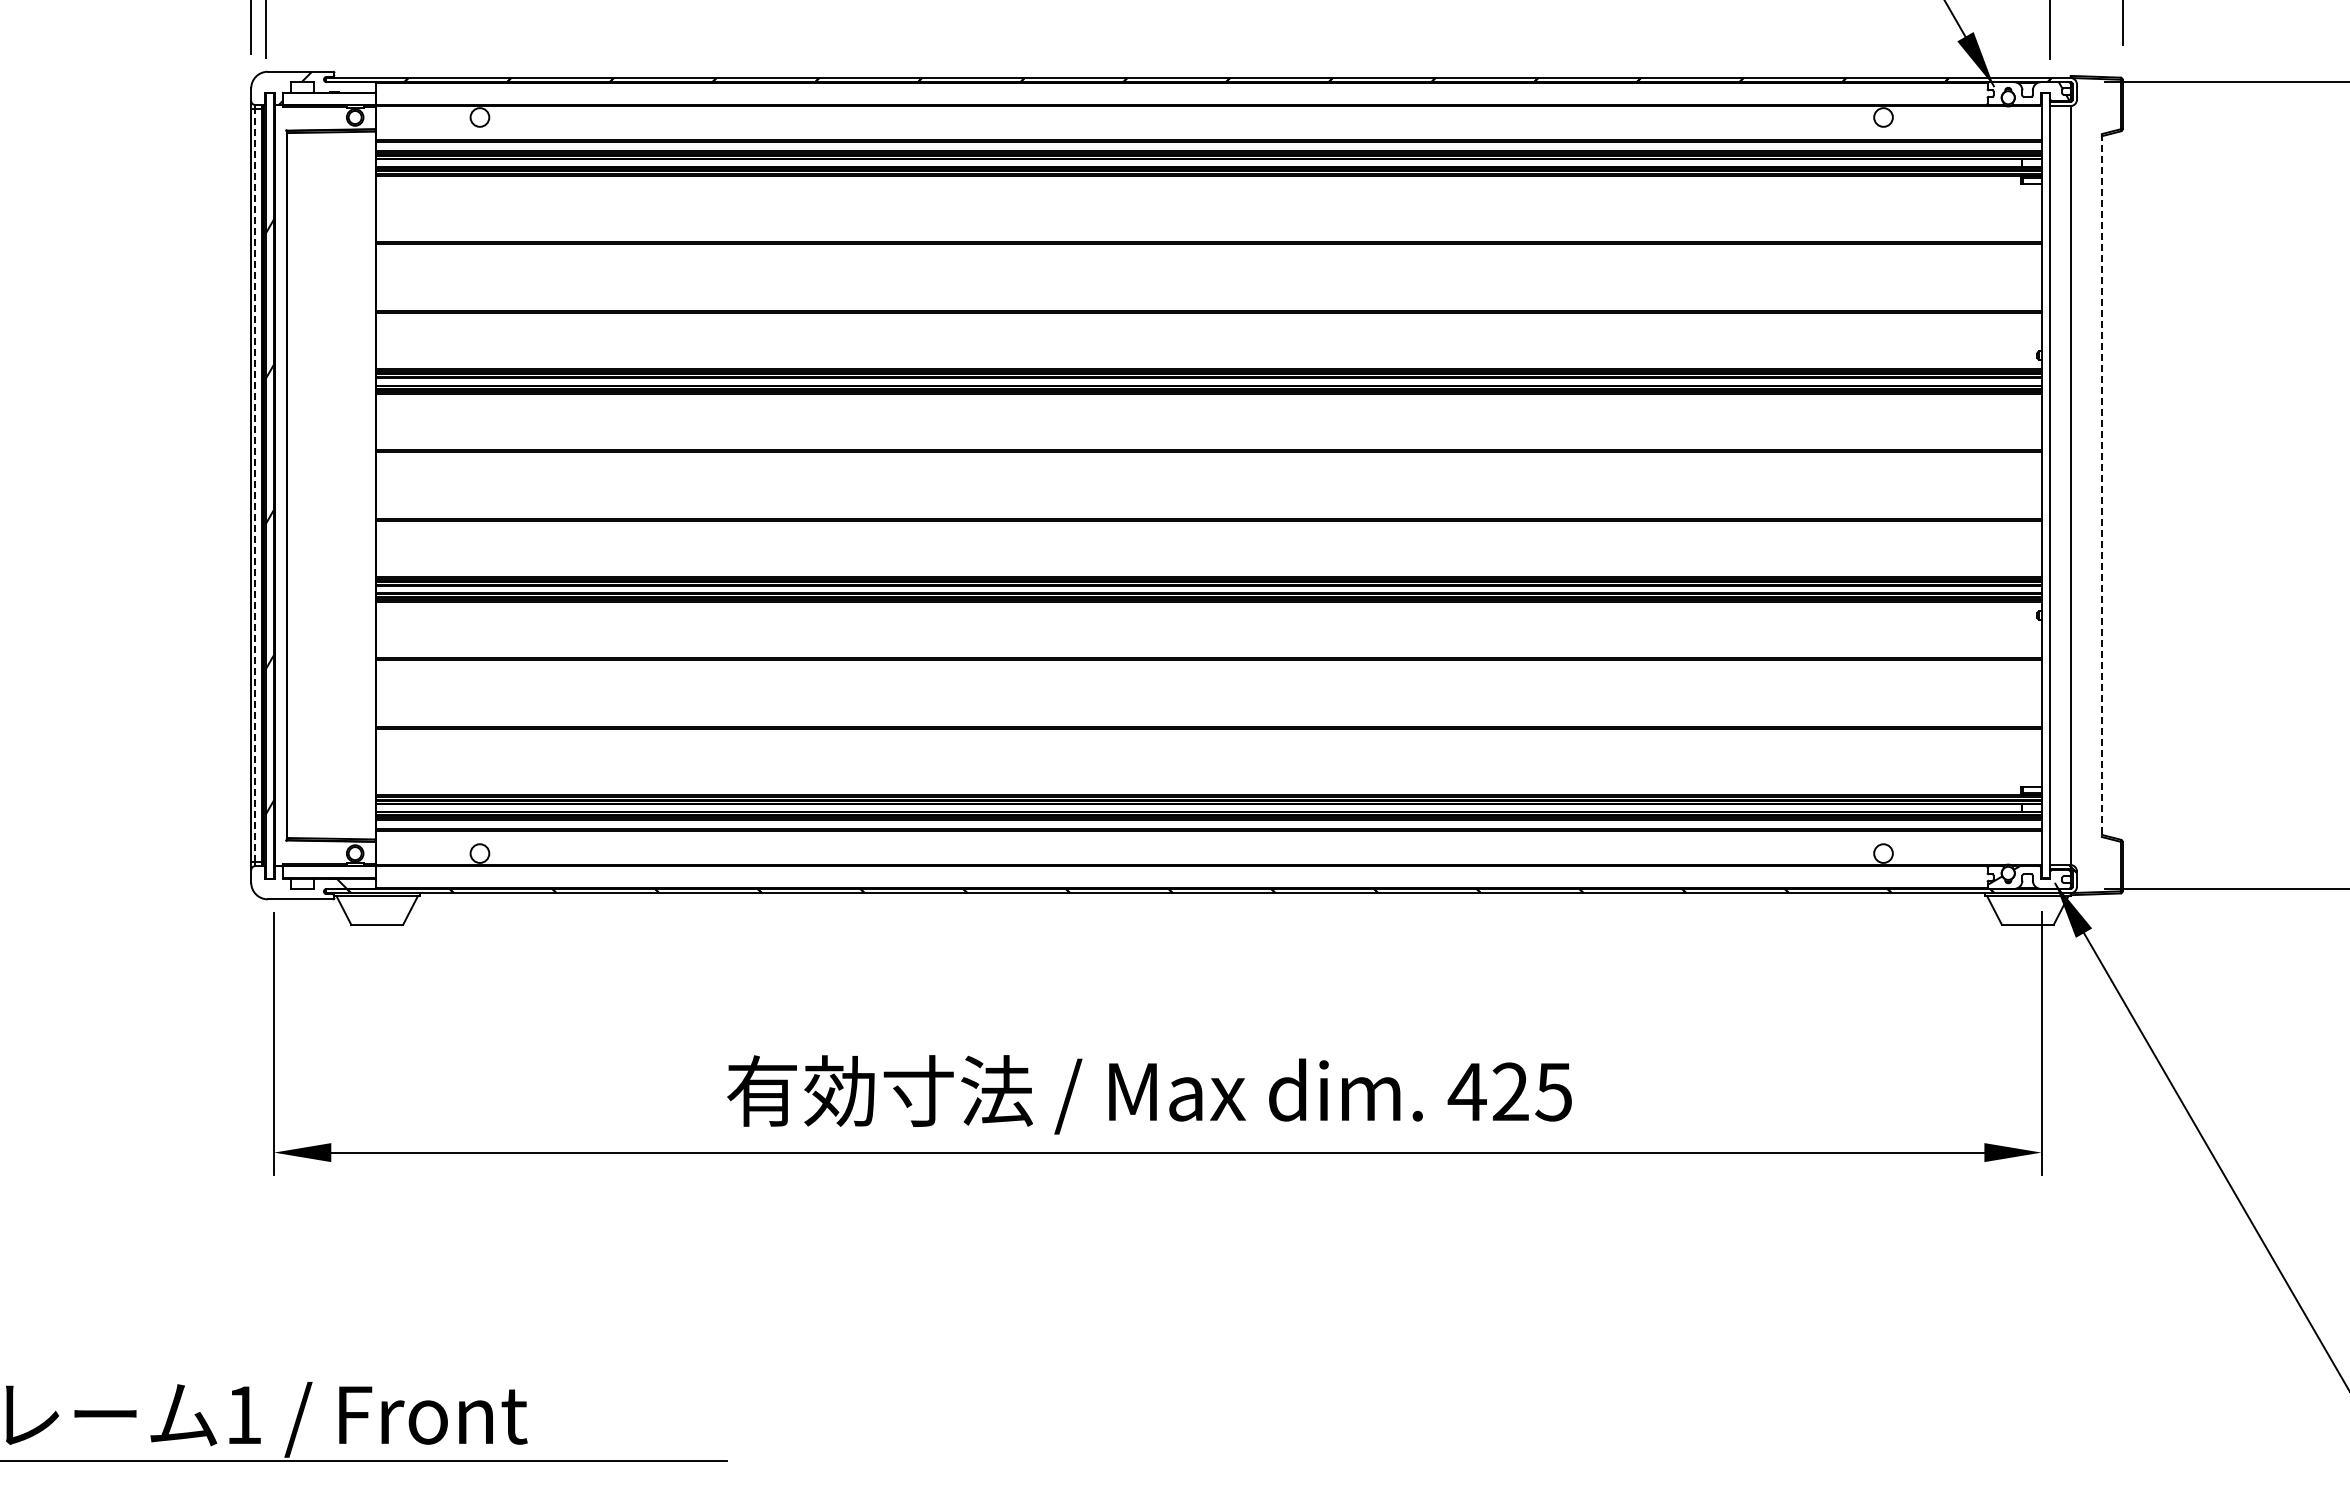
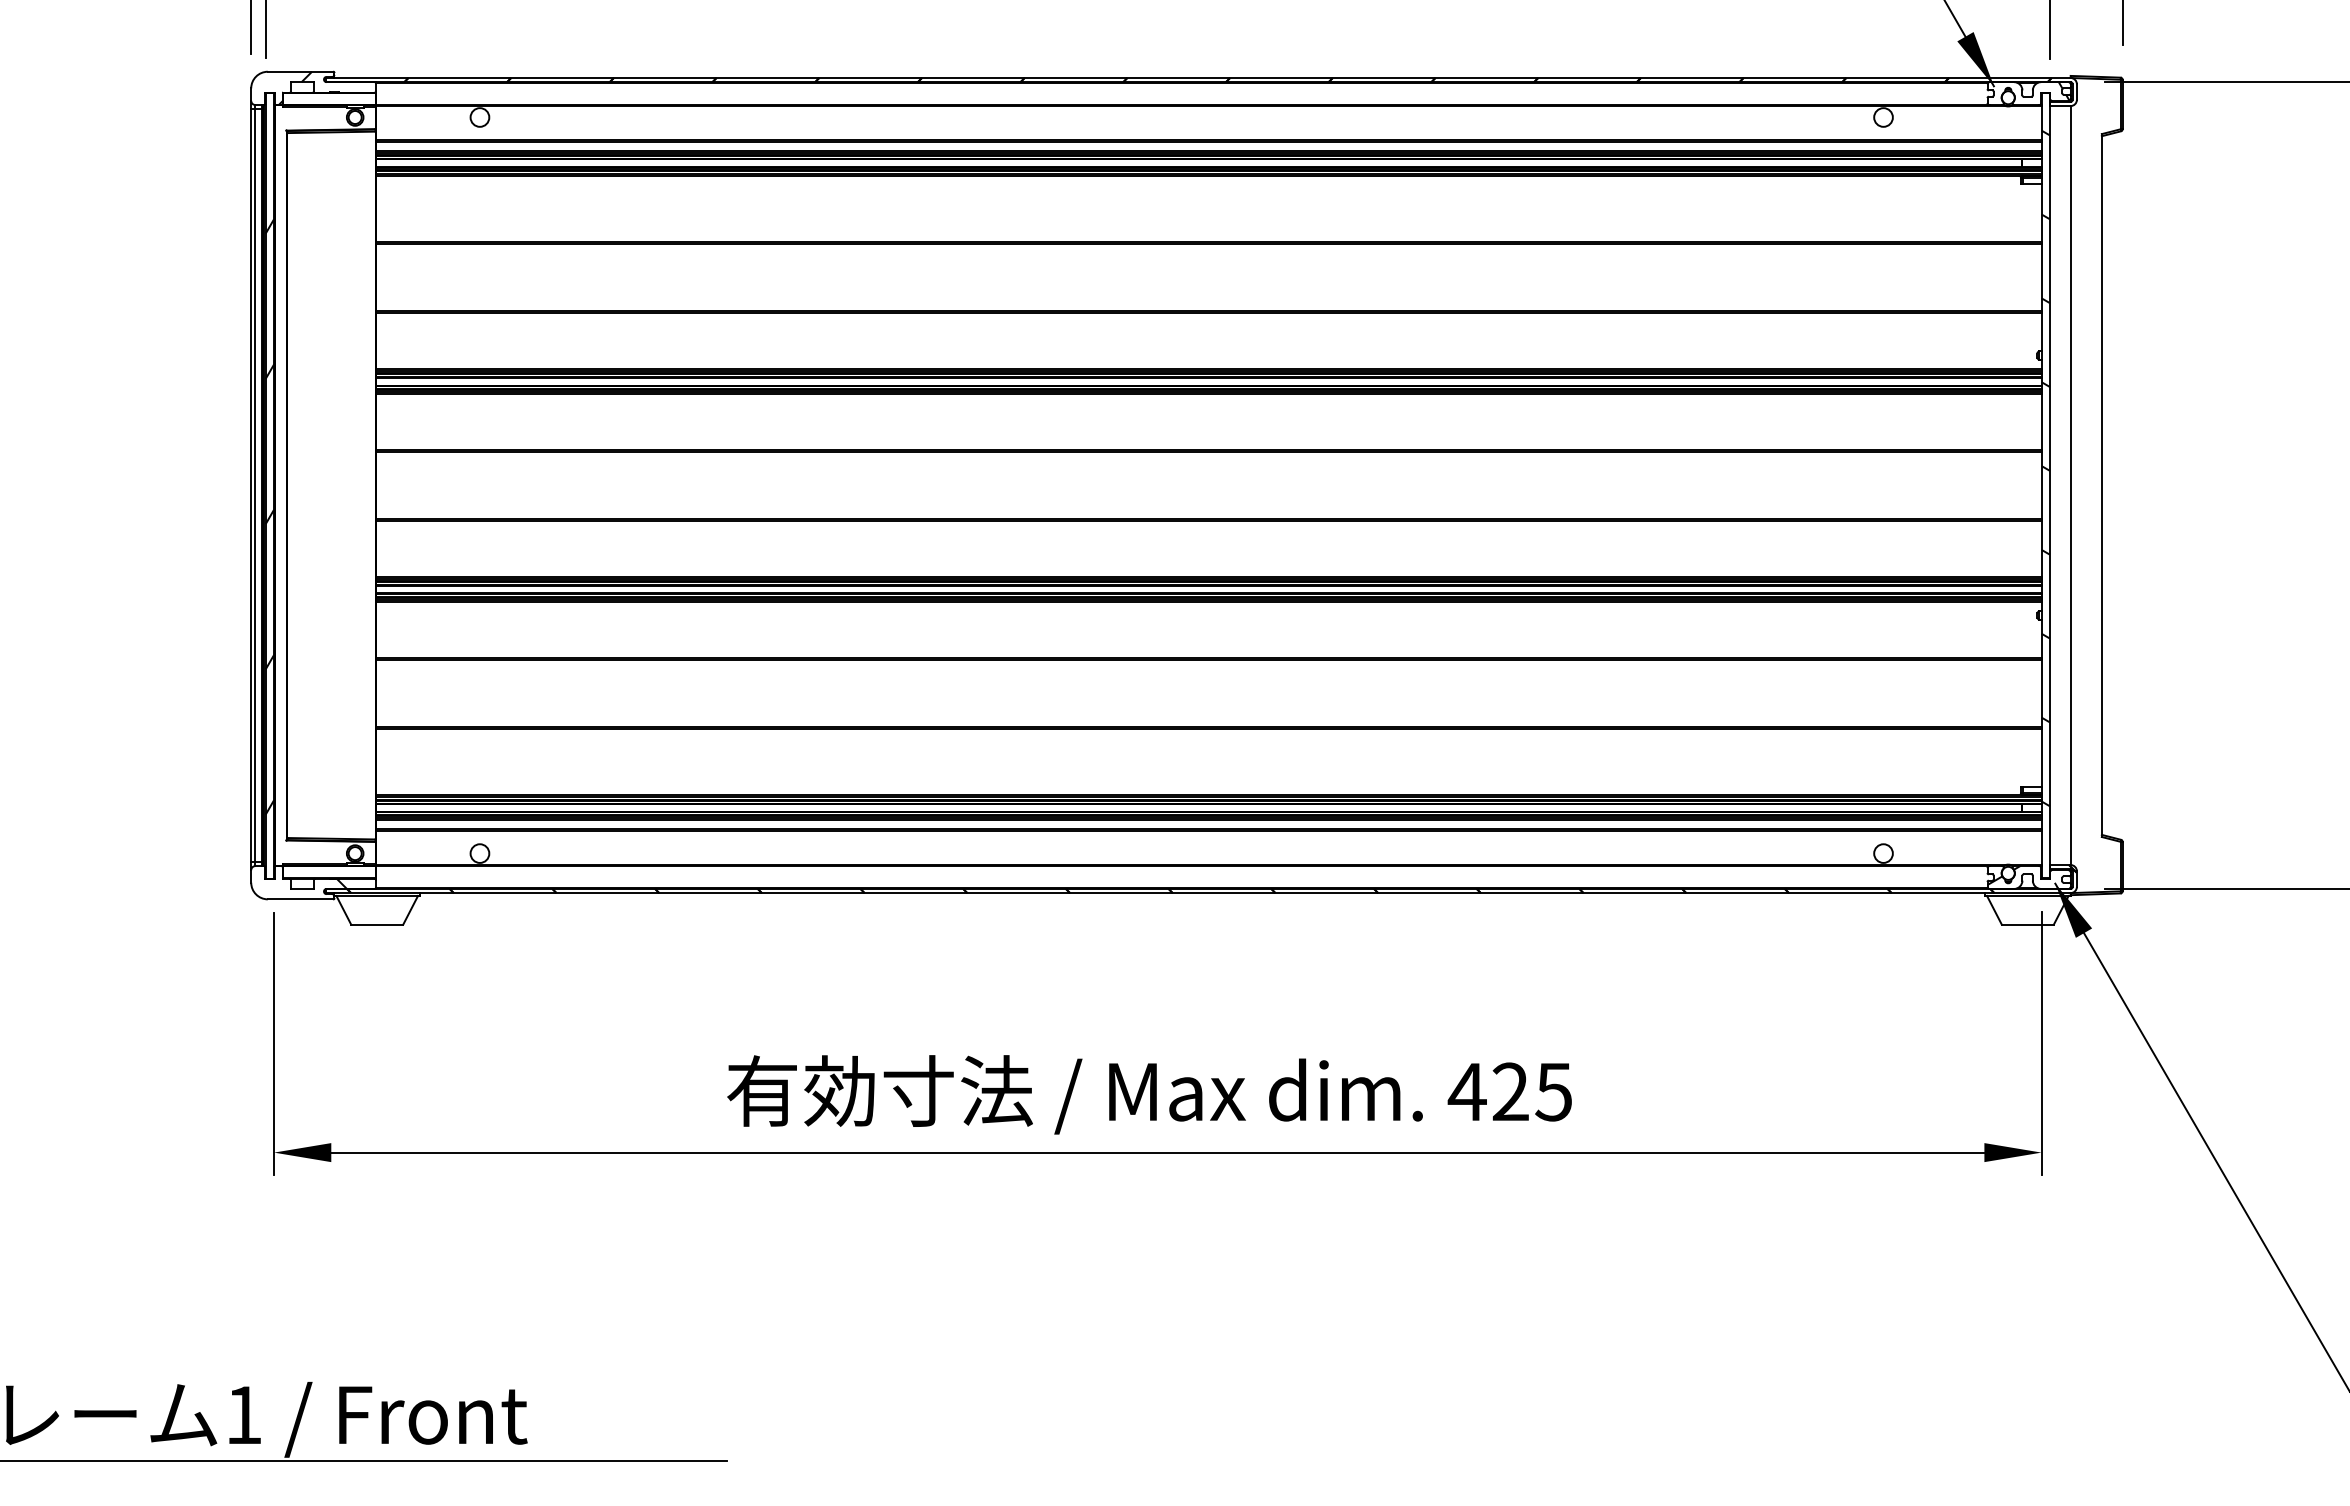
hatch at (2045, 468): none -> present
line at (255, 485): dashed -> solid
line at (2101, 486): dashed -> solid
